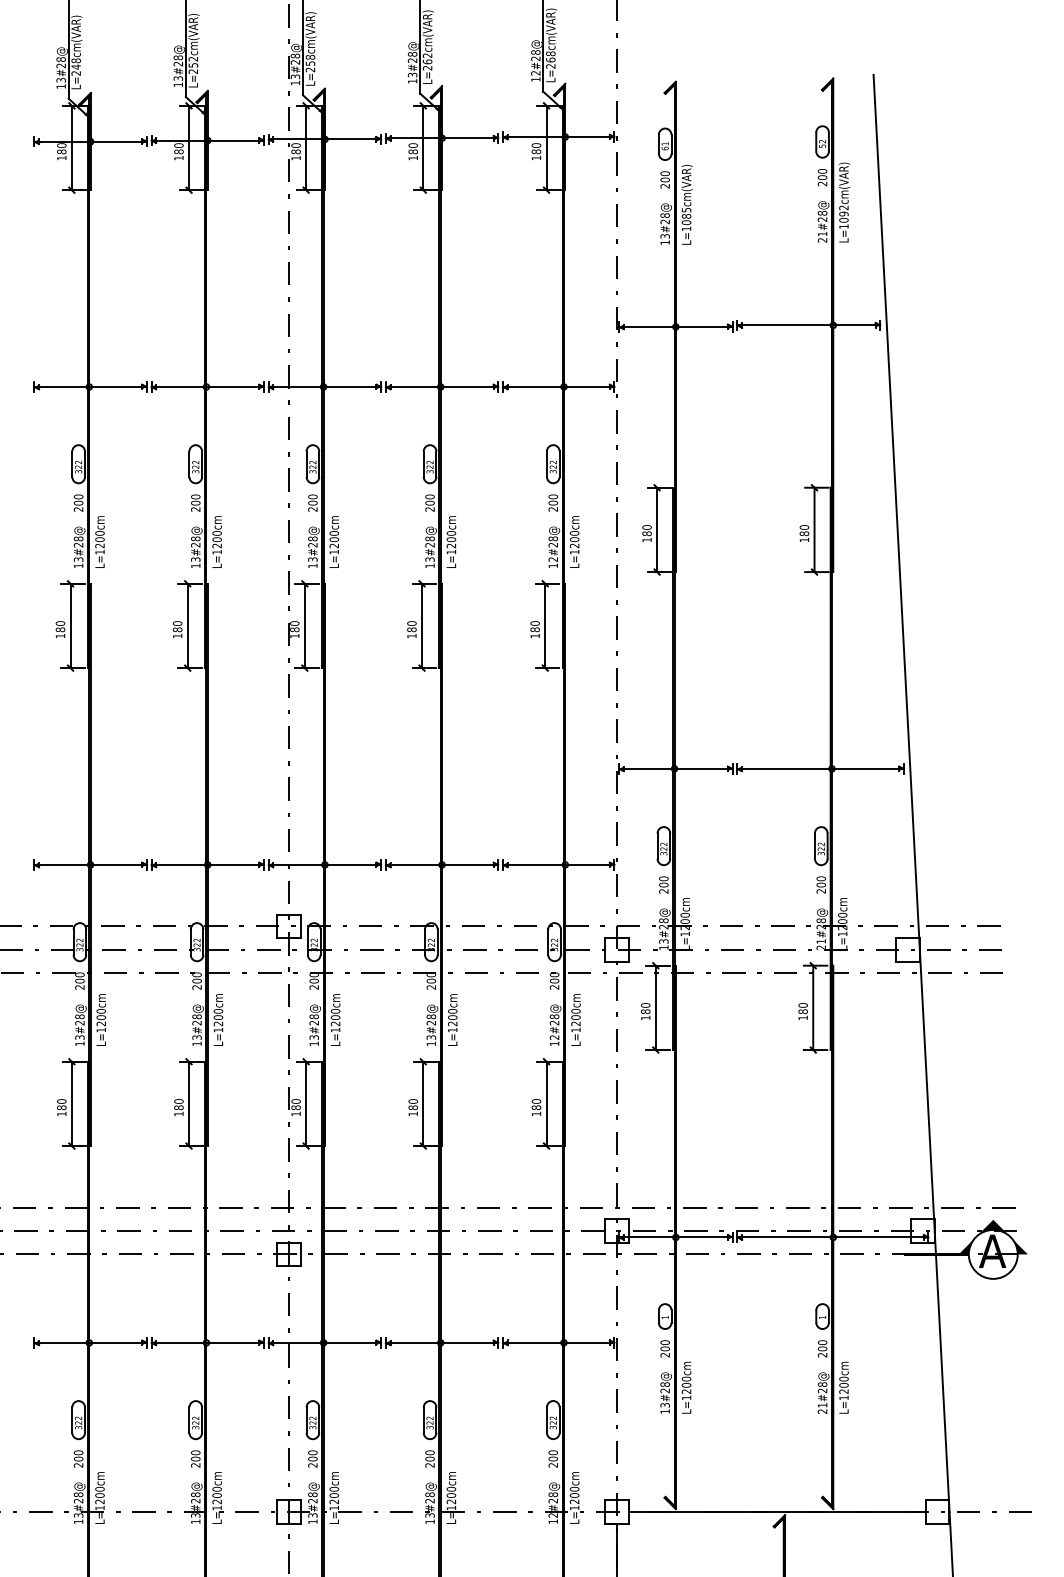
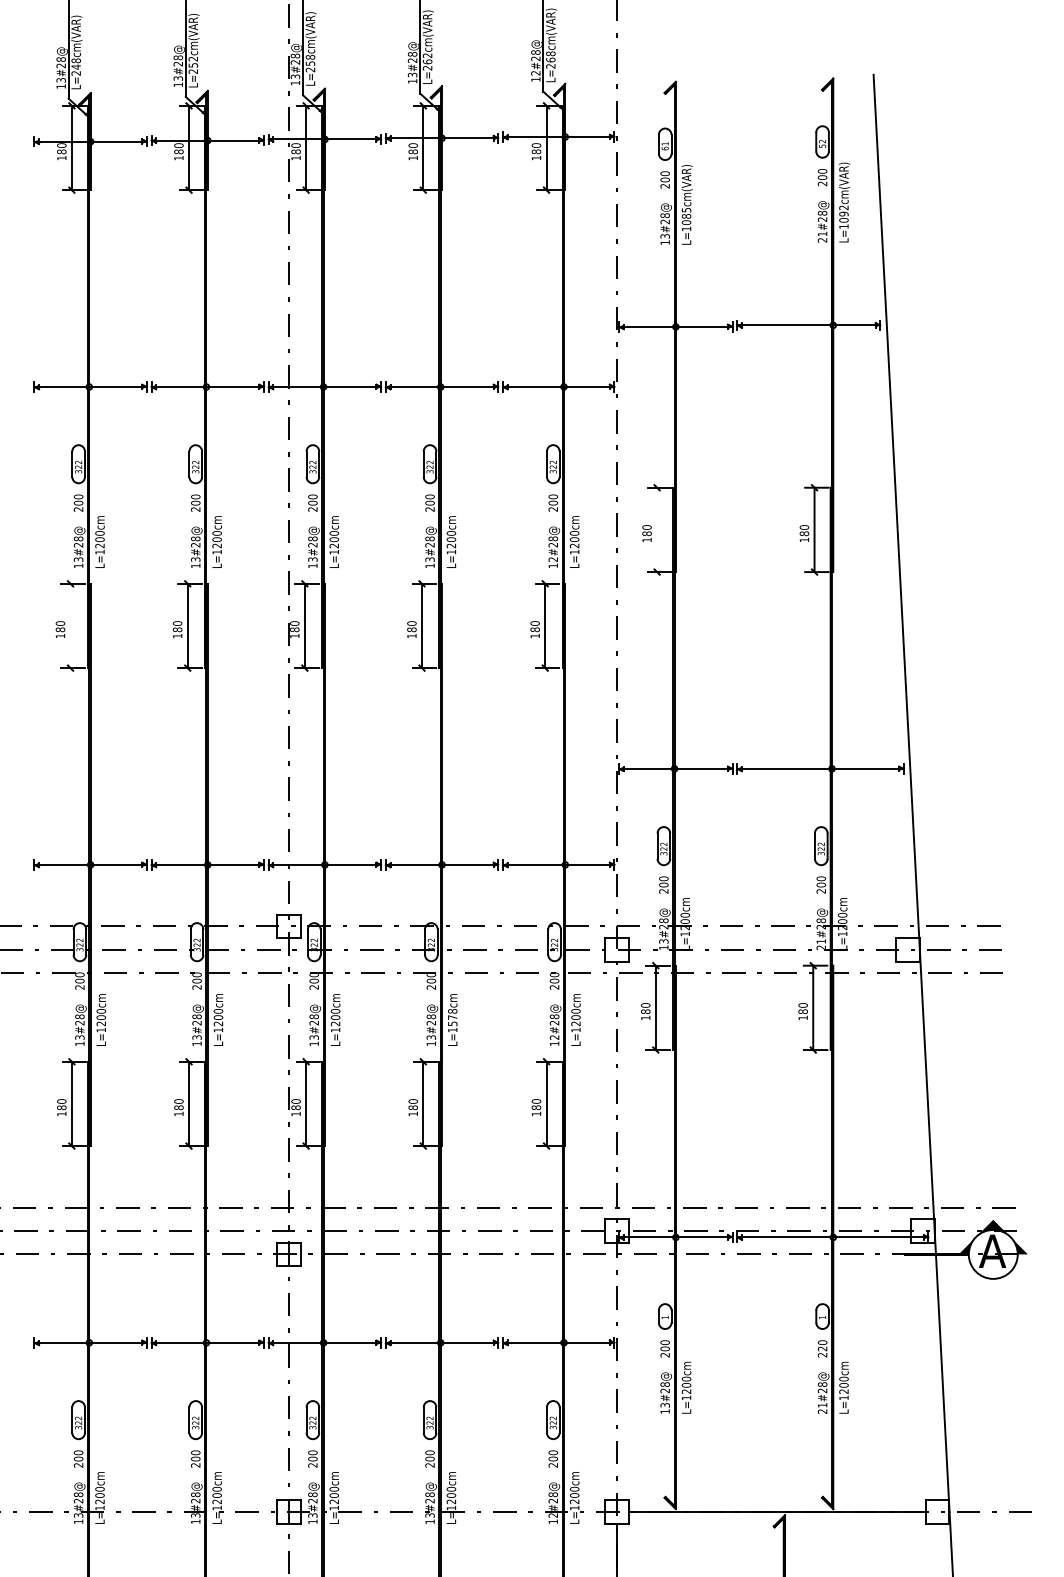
line at (657, 529): present -> none
line at (70, 625): present -> none
text at (452, 1017): L=1200cm -> L=1578cm
text at (822, 1348): 200 -> 220
